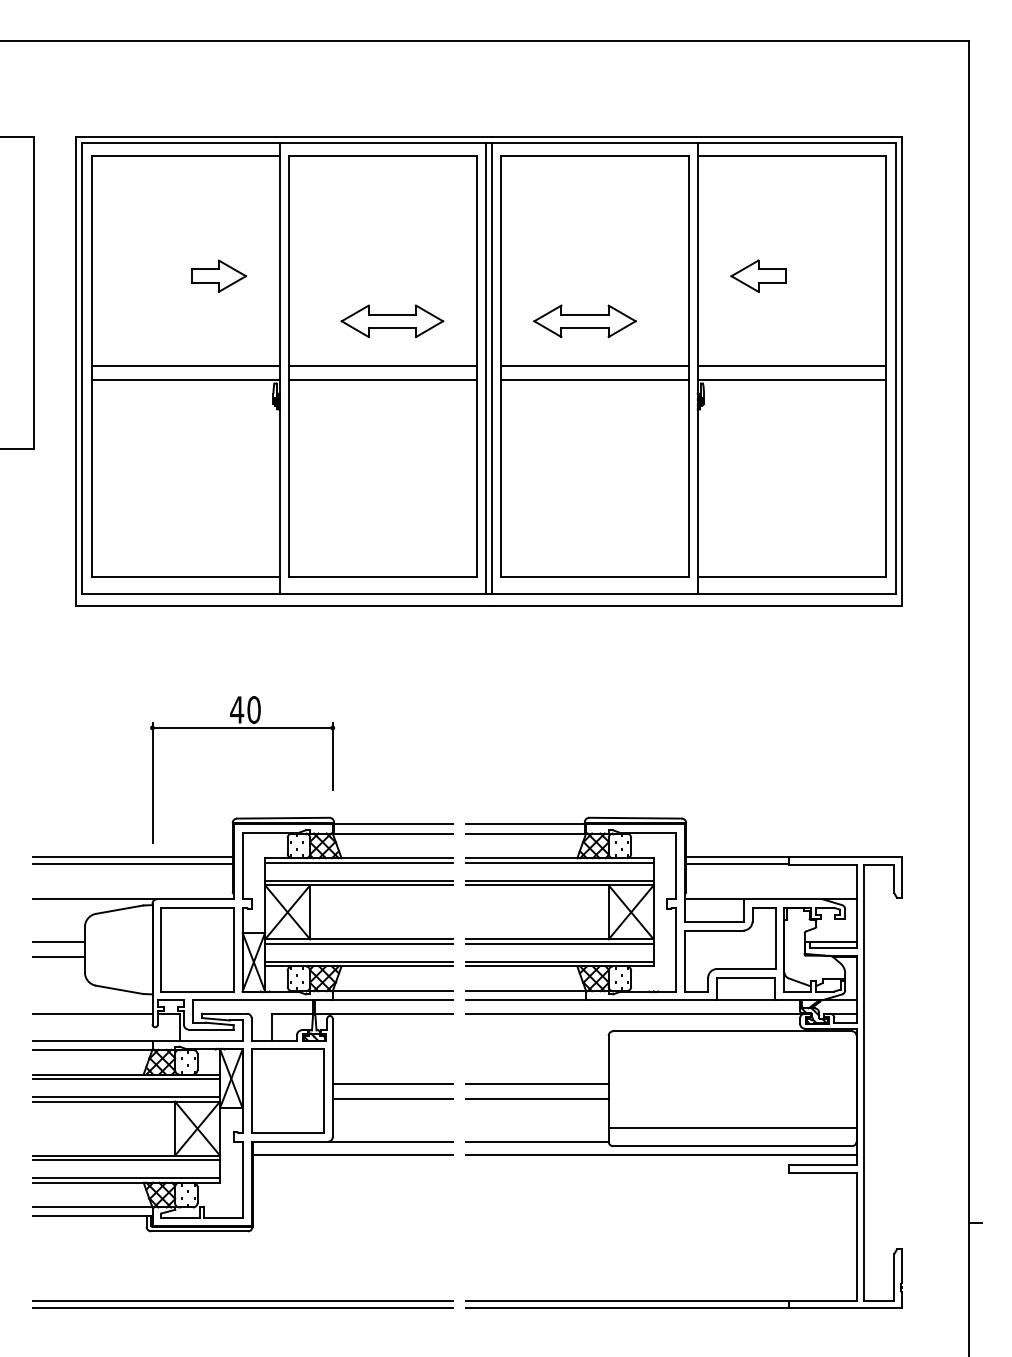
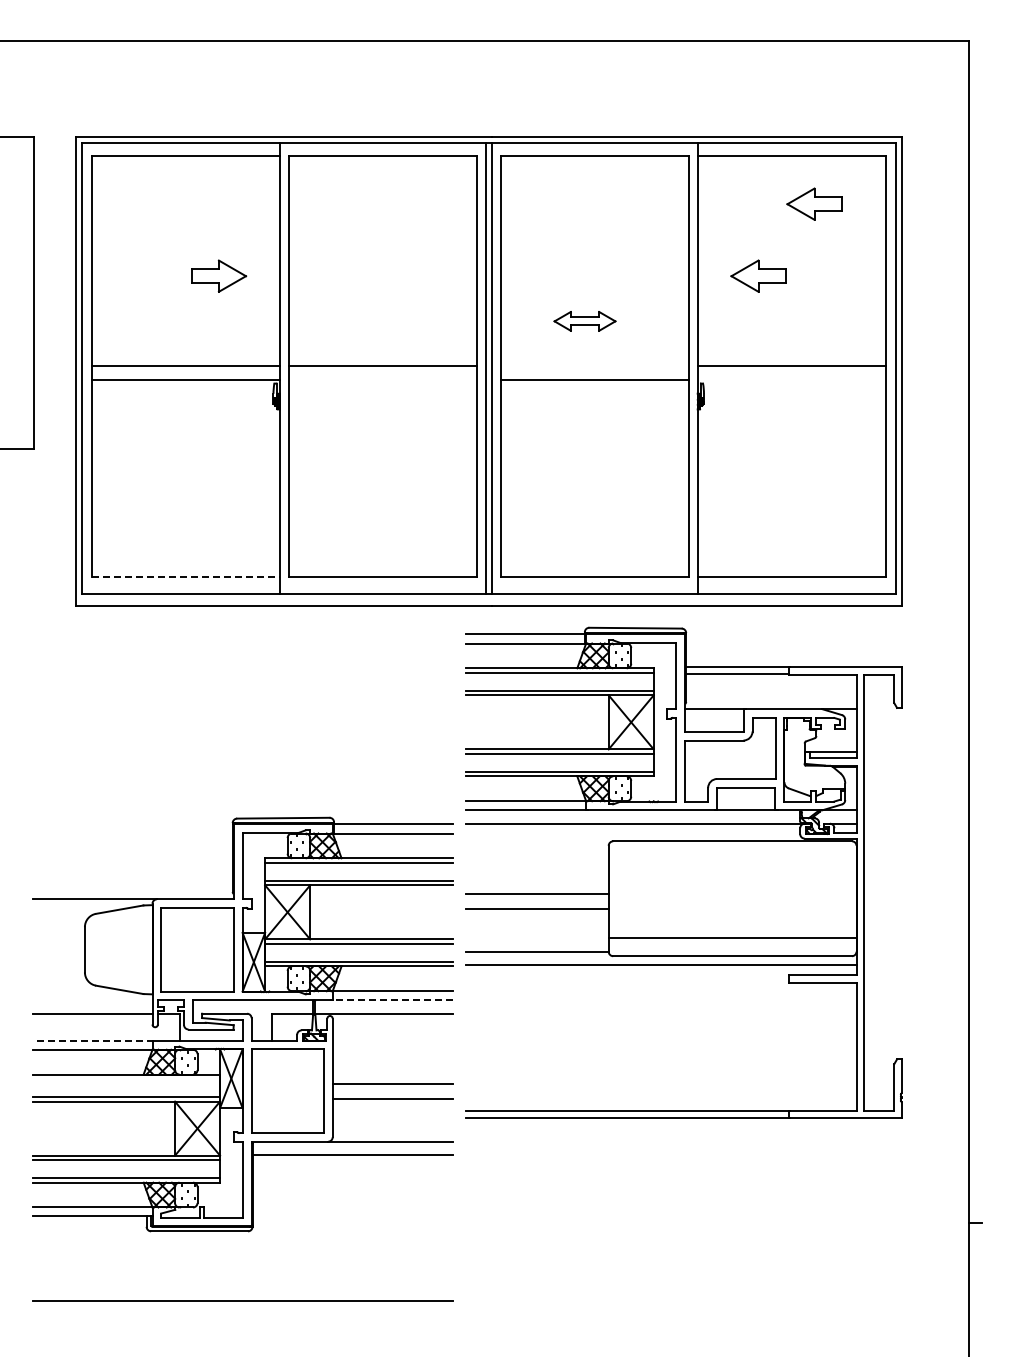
part at (814, 203): none -> present
part at (392, 320): present -> none
part at (584, 321) size: 104x35 px -> 64x21 px
line at (594, 366): present -> none
line at (382, 379): present -> none
line at (791, 379): present -> none
line at (186, 577): solid -> dashed
part at (242, 728): present -> none
line at (132, 857): present -> none
line at (132, 863): present -> none
line at (58, 942): present -> none
line at (58, 957): present -> none
line at (391, 1000): solid -> dashed
line at (93, 1040): solid -> dashed
part at (683, 1062) position: (683, 1062) -> (683, 872)
line at (126, 1079): present -> none
line at (242, 1307): present -> none
